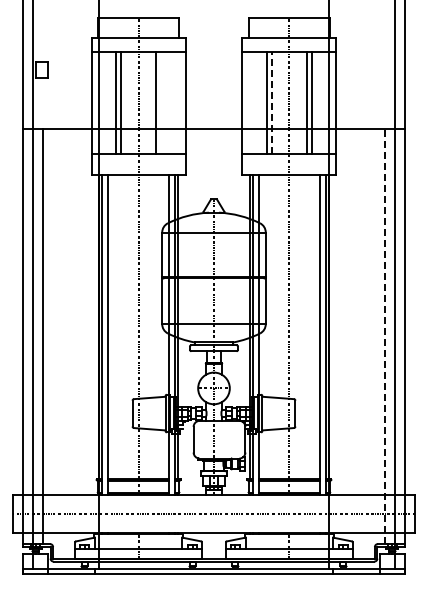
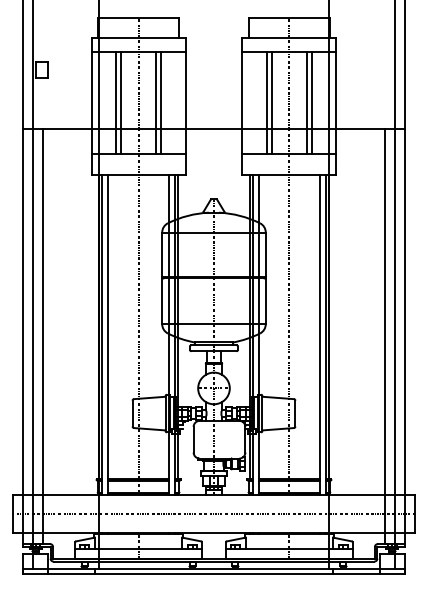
line at (161, 102): none -> present
line at (271, 102): dashed -> solid
line at (384, 336): dashed -> solid
